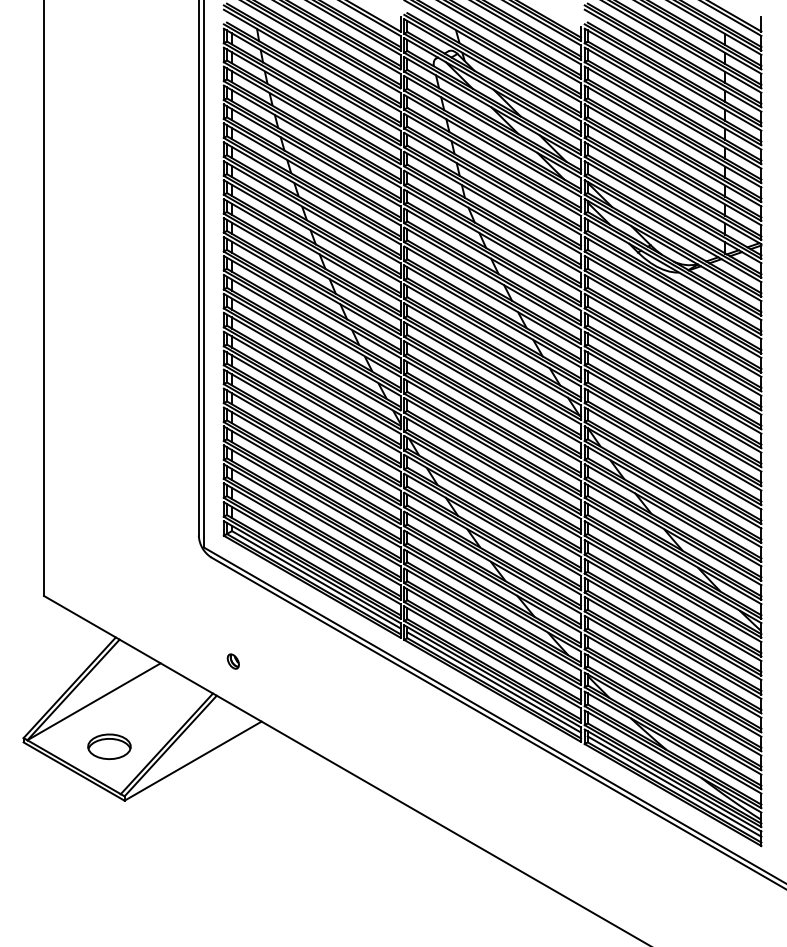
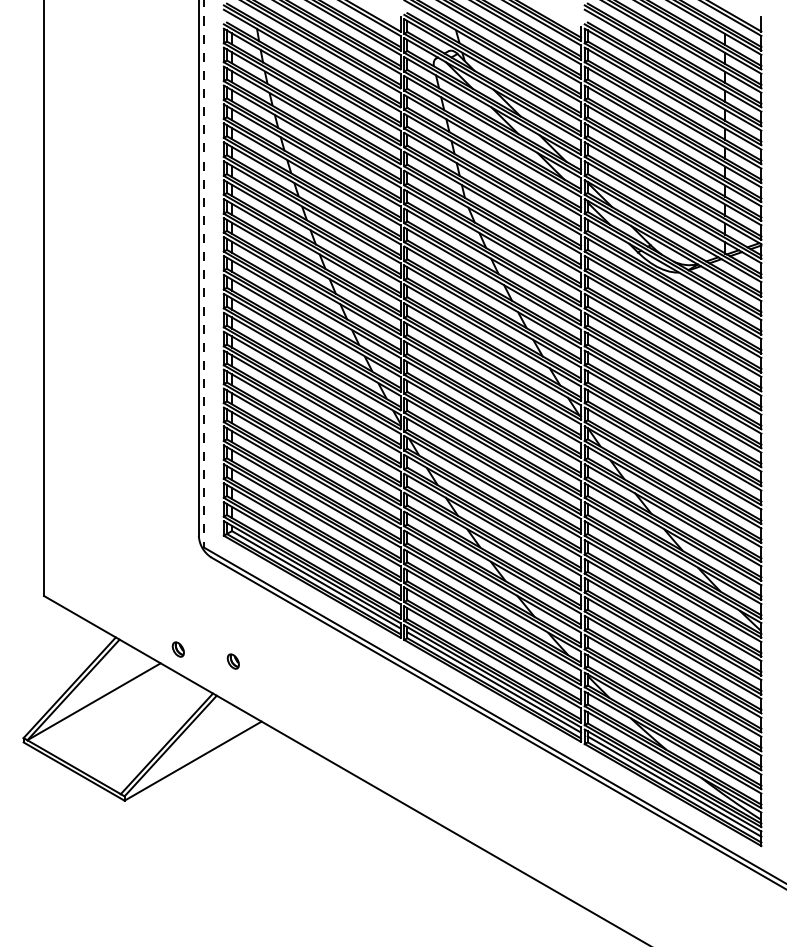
line at (203, 274): solid -> dashed
part at (177, 649): none -> present
part at (109, 746): present -> none
